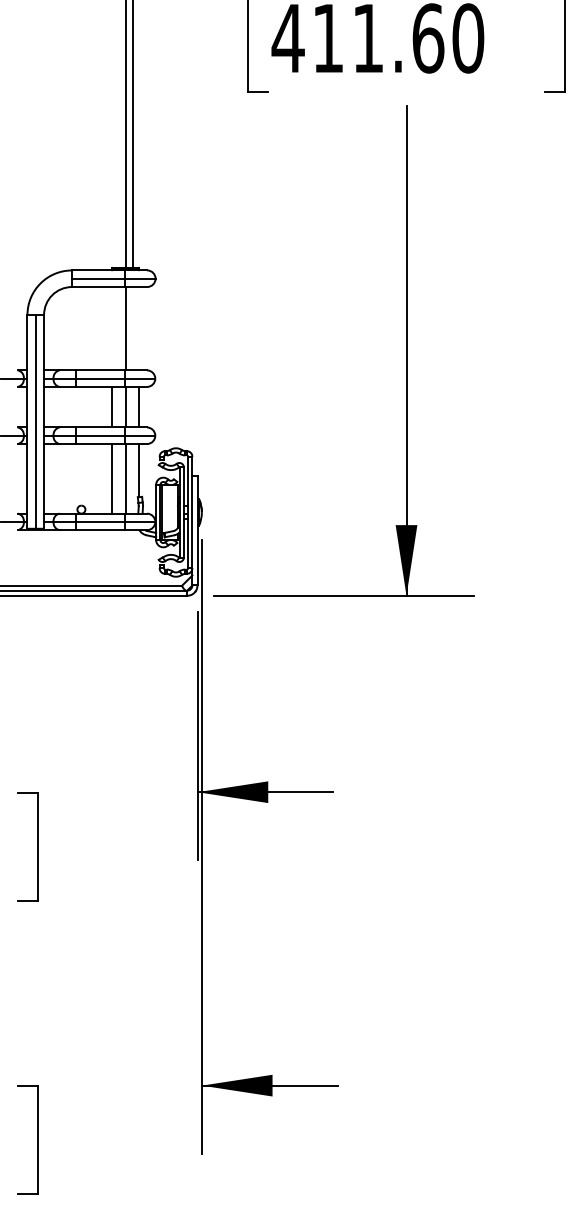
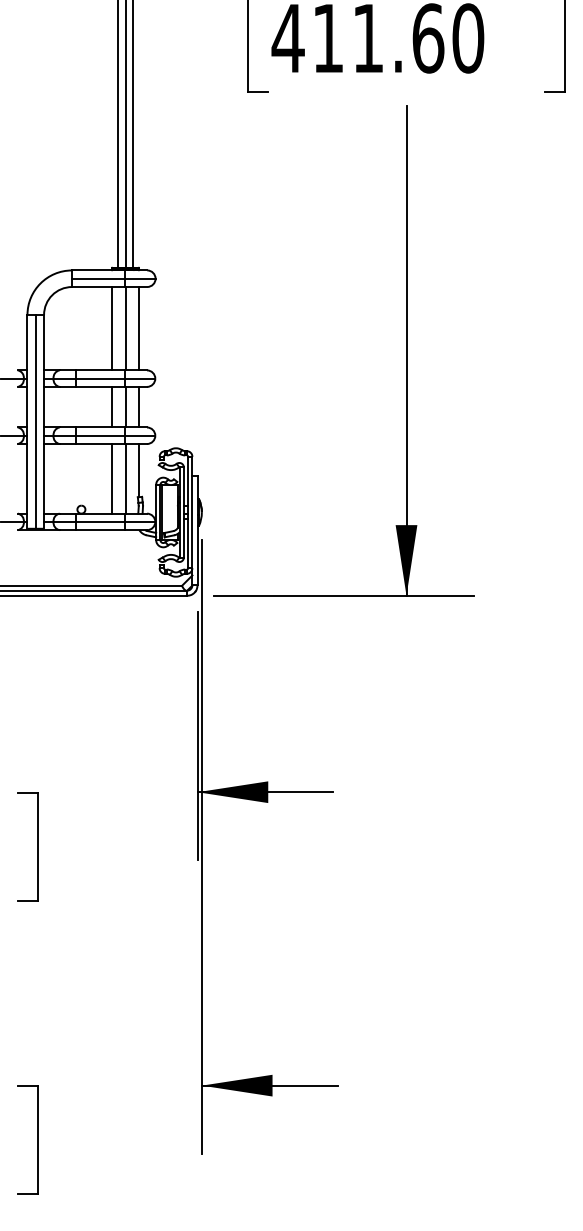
line at (117, 134): none -> present
line at (111, 328): none -> present
line at (139, 328): none -> present
